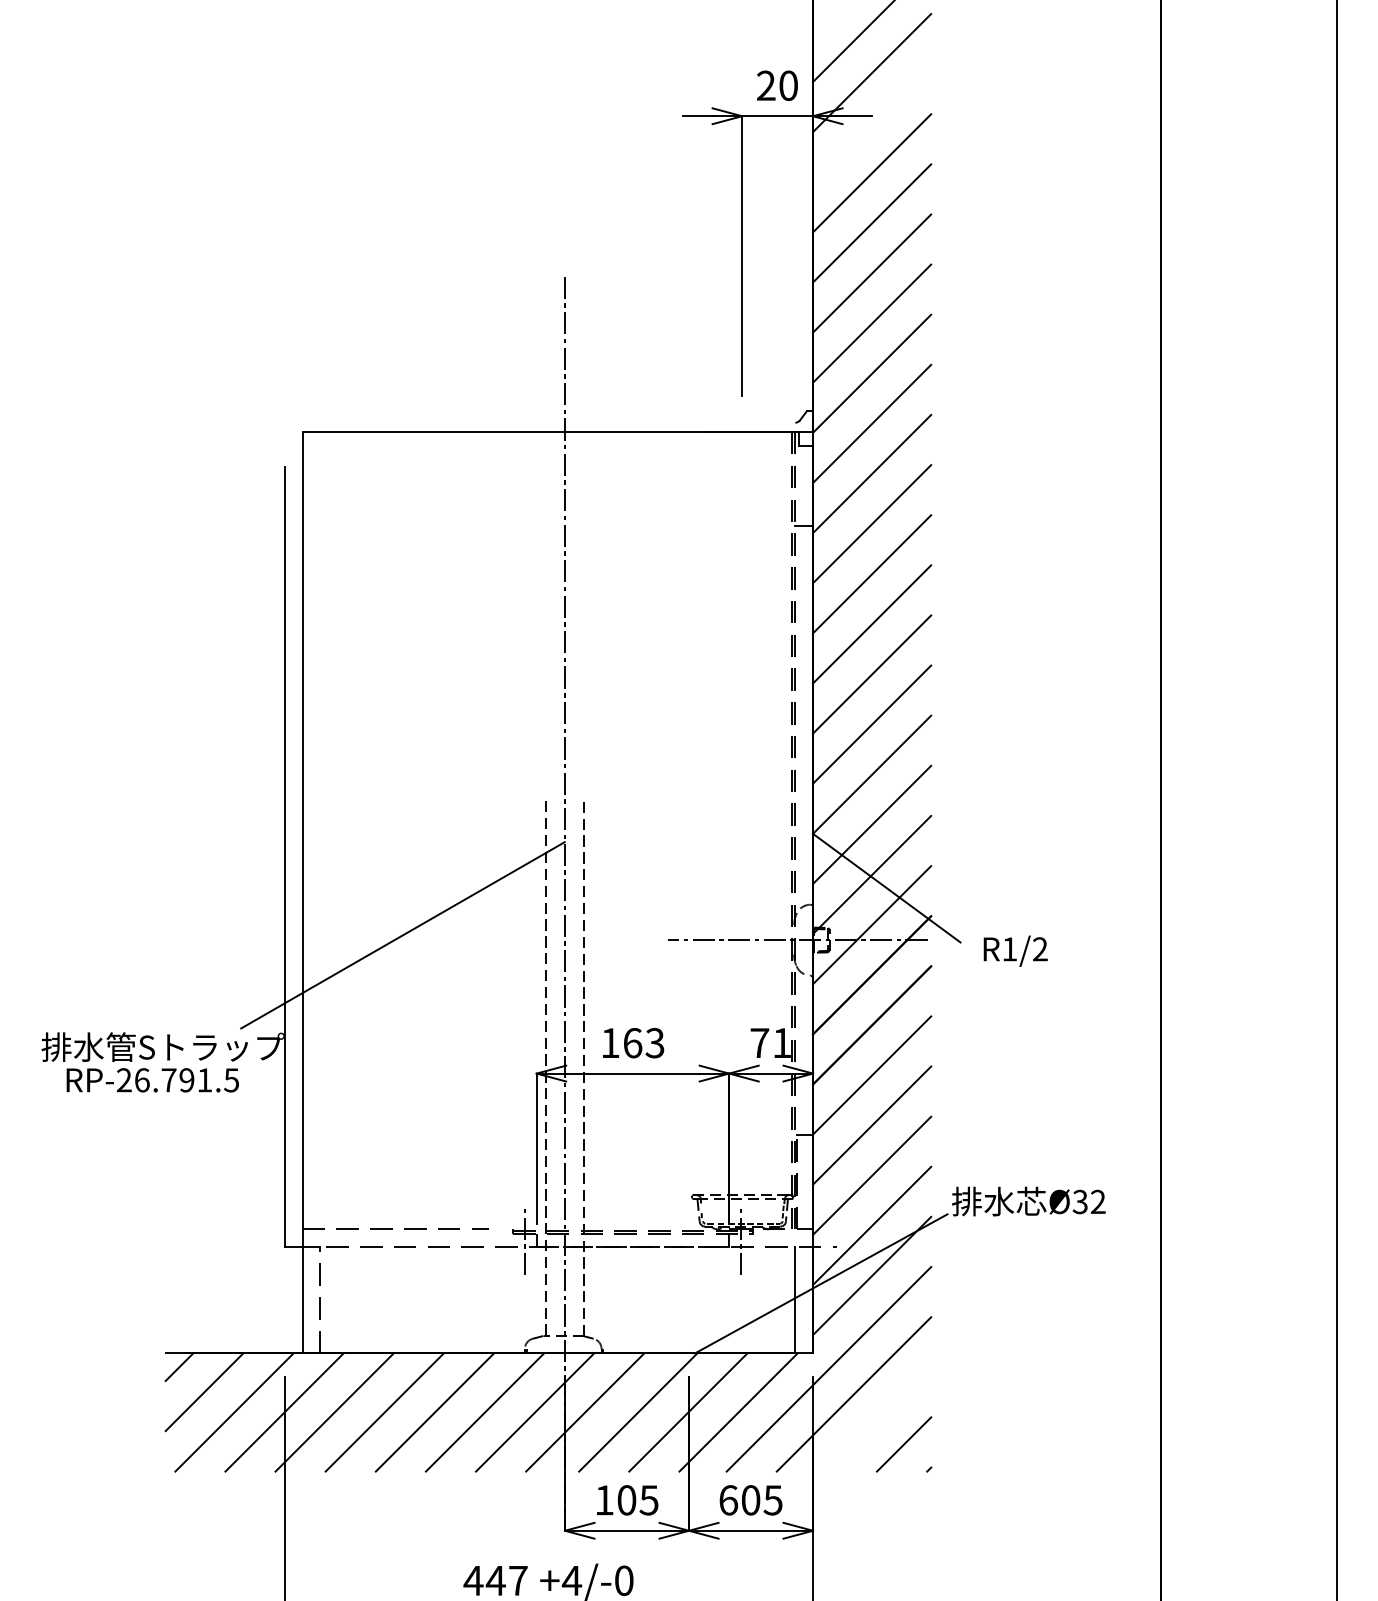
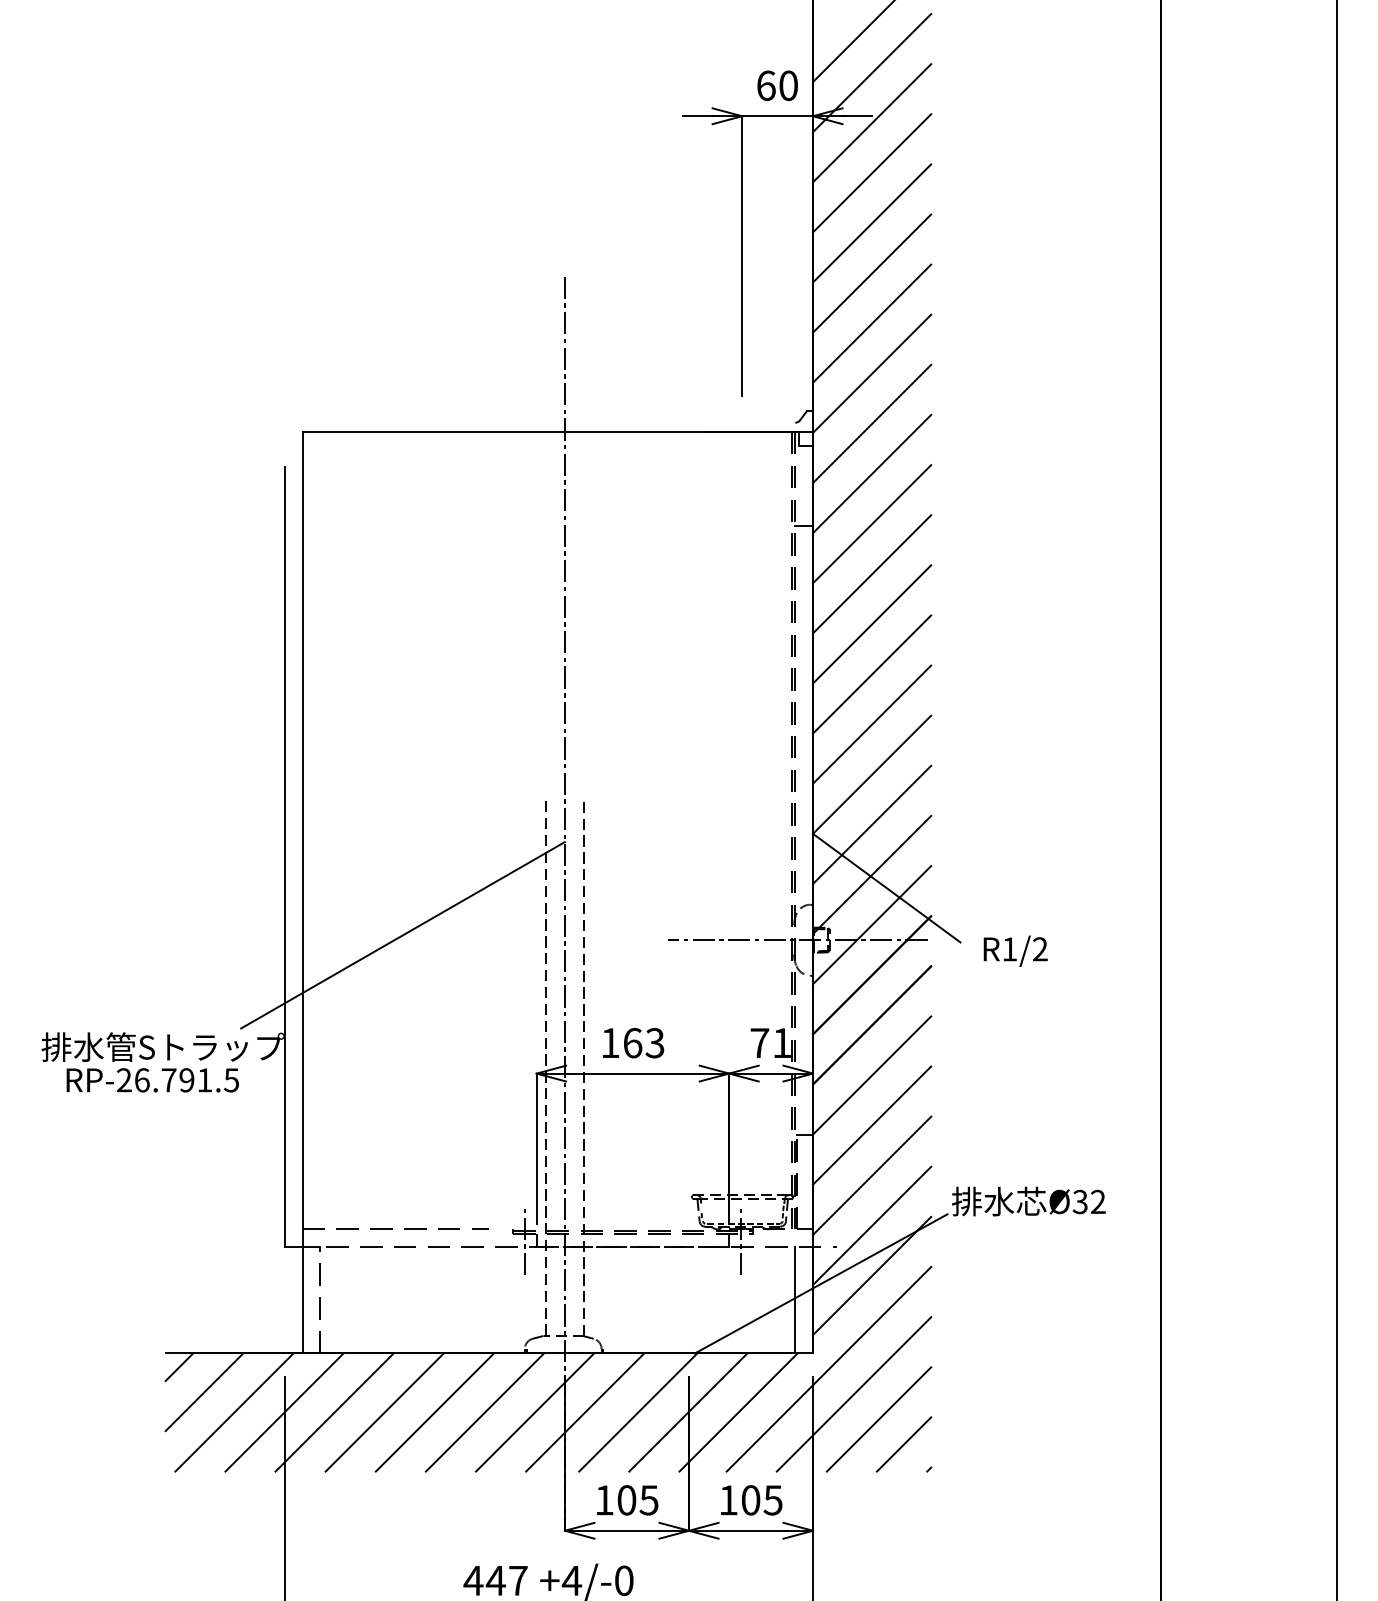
text at (766, 85): 20 -> 60
line at (872, 123): none -> present
line at (878, 1419): none -> present
text at (728, 1500): 605 -> 105
